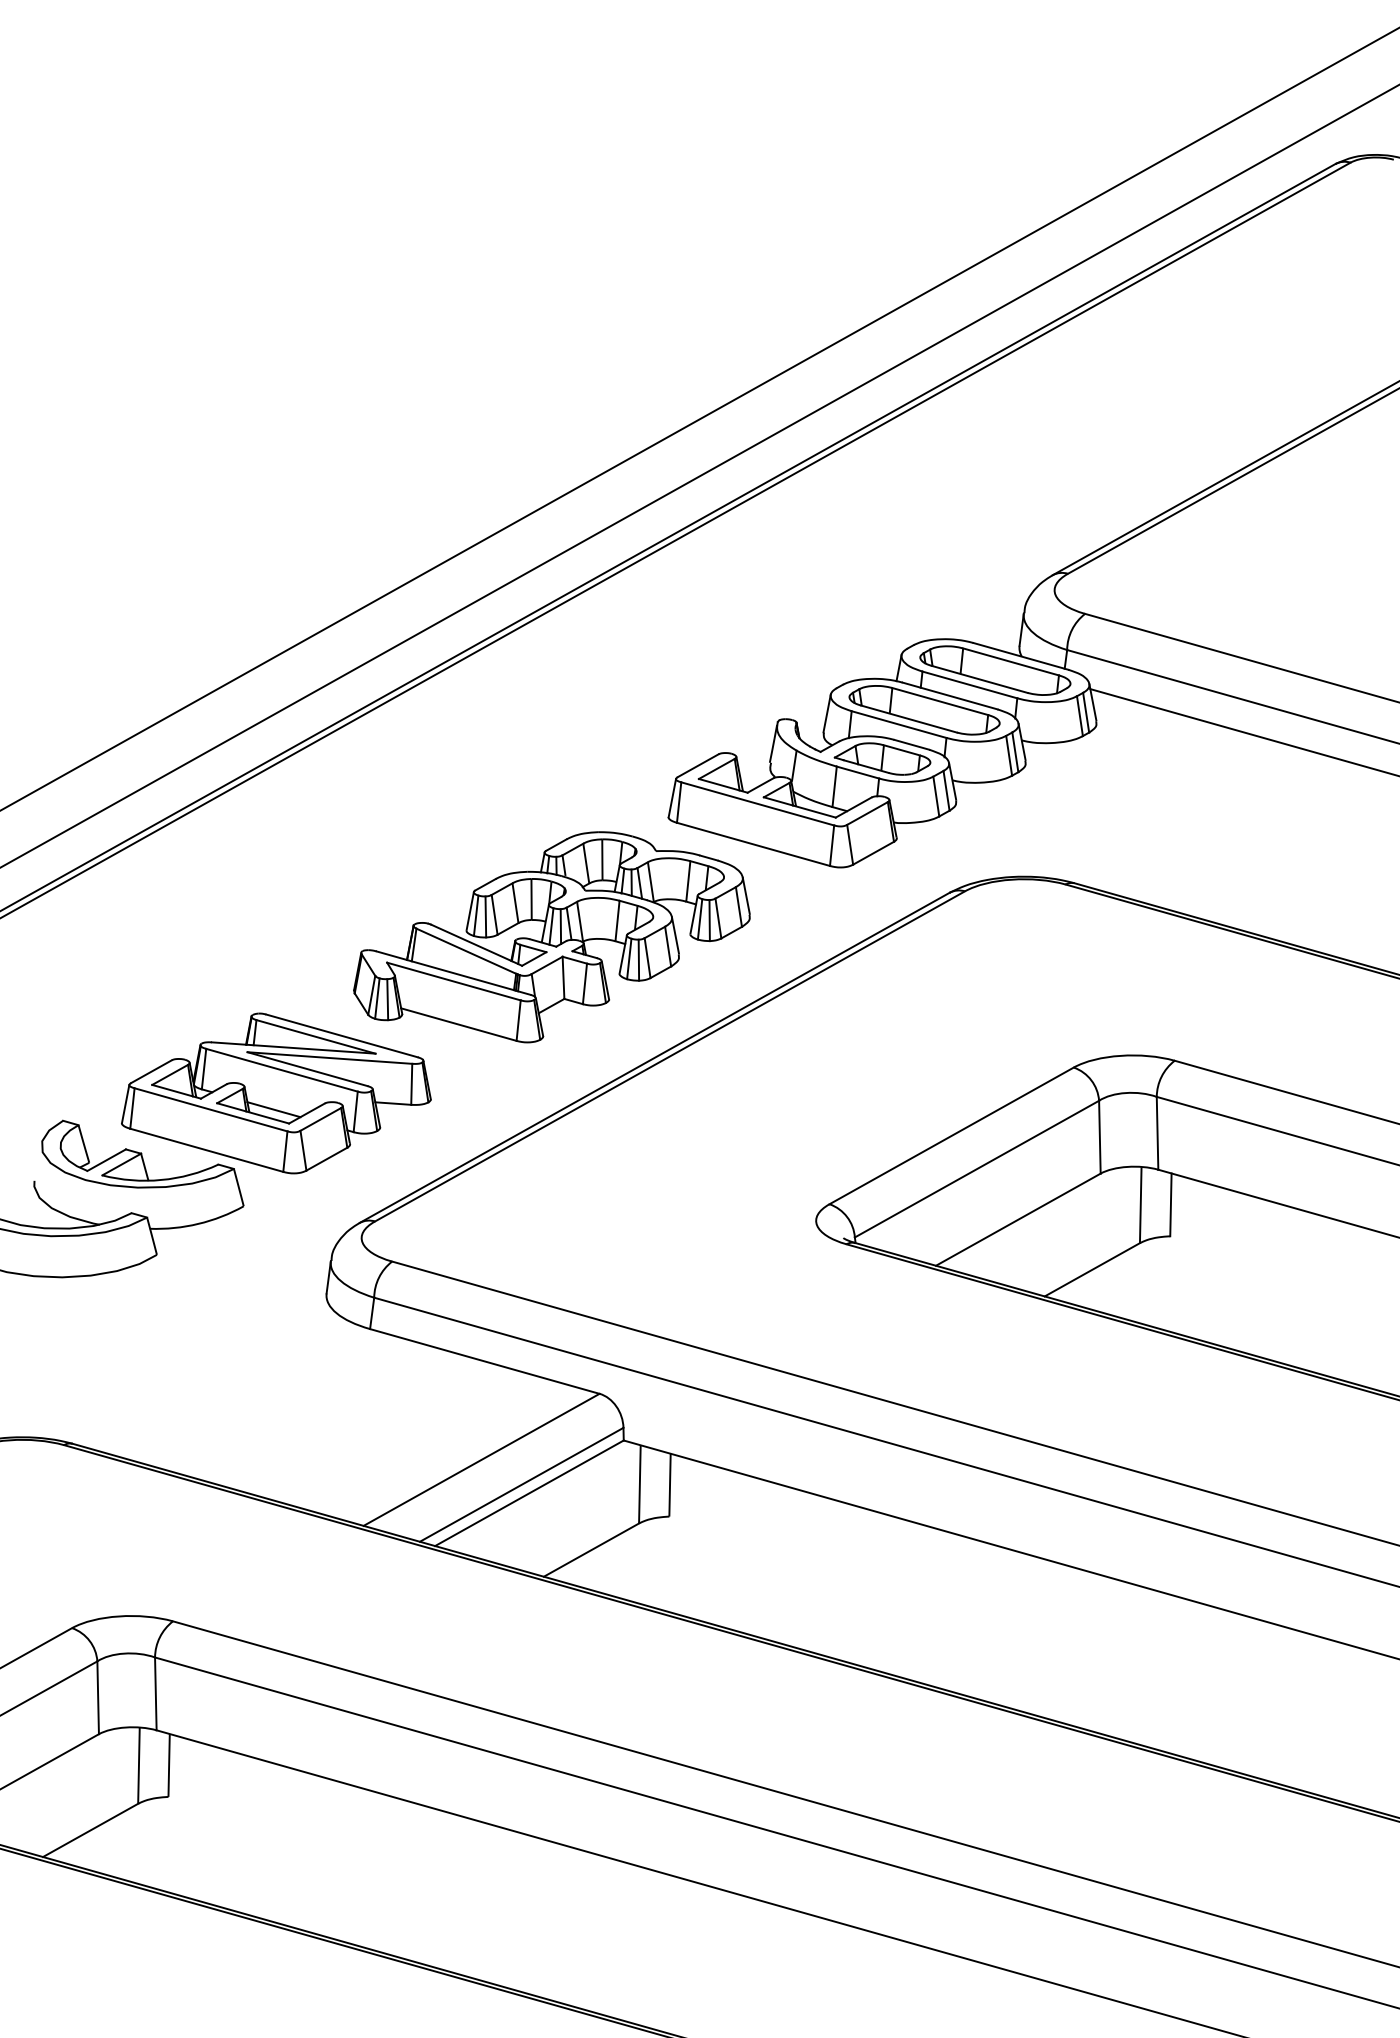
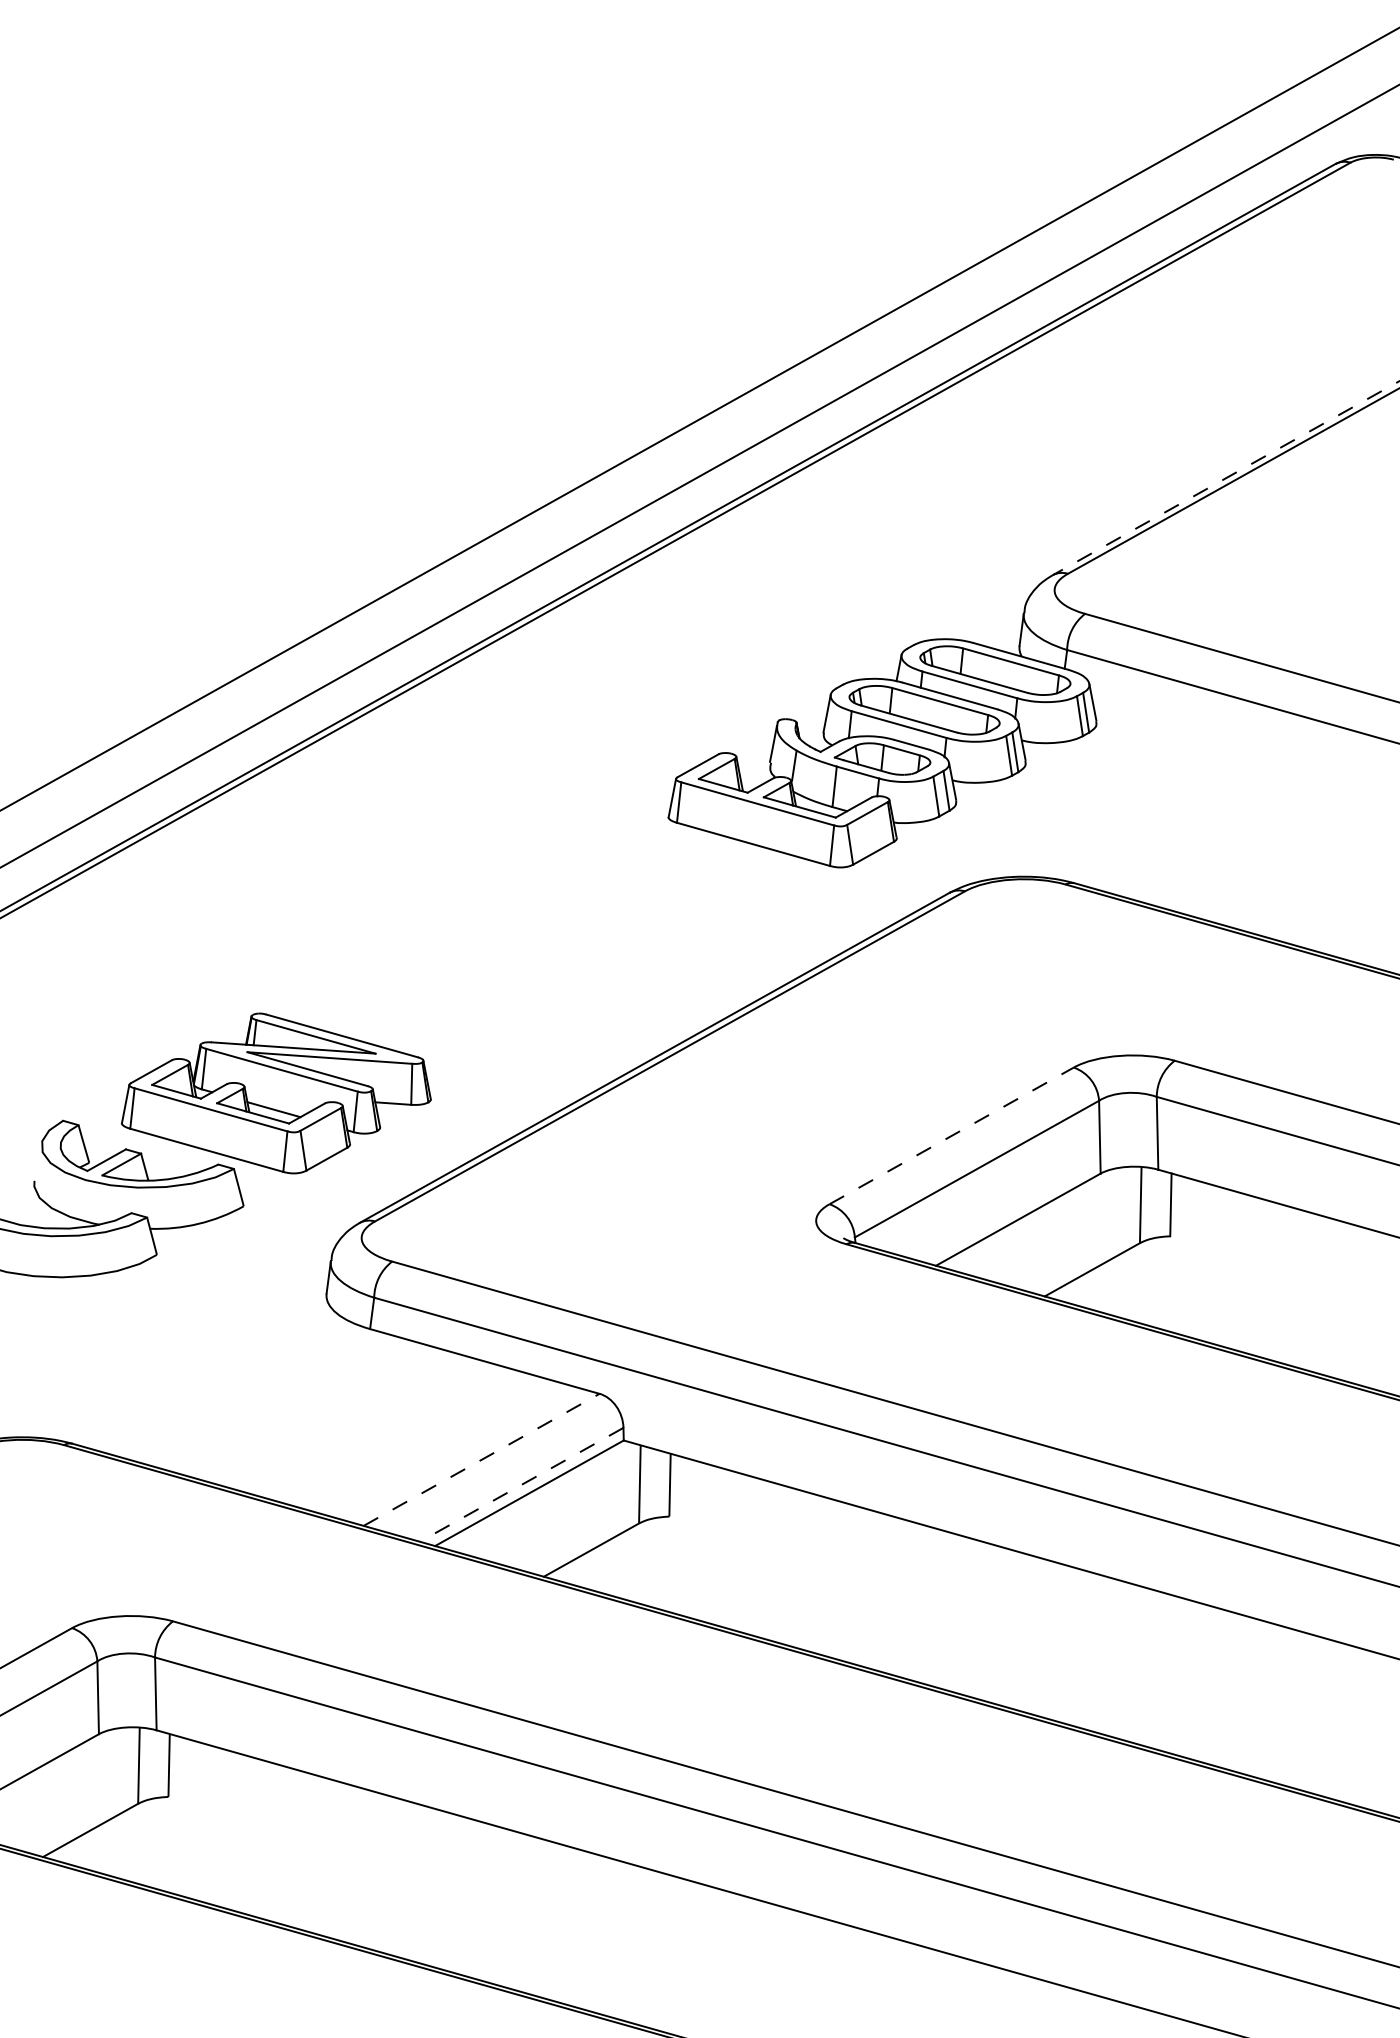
line at (1225, 478): solid -> dashed
line at (1243, 732): present -> none
part at (551, 937): present -> none
line at (951, 1135): solid -> dashed
line at (482, 1459): solid -> dashed
line at (521, 1484): solid -> dashed
